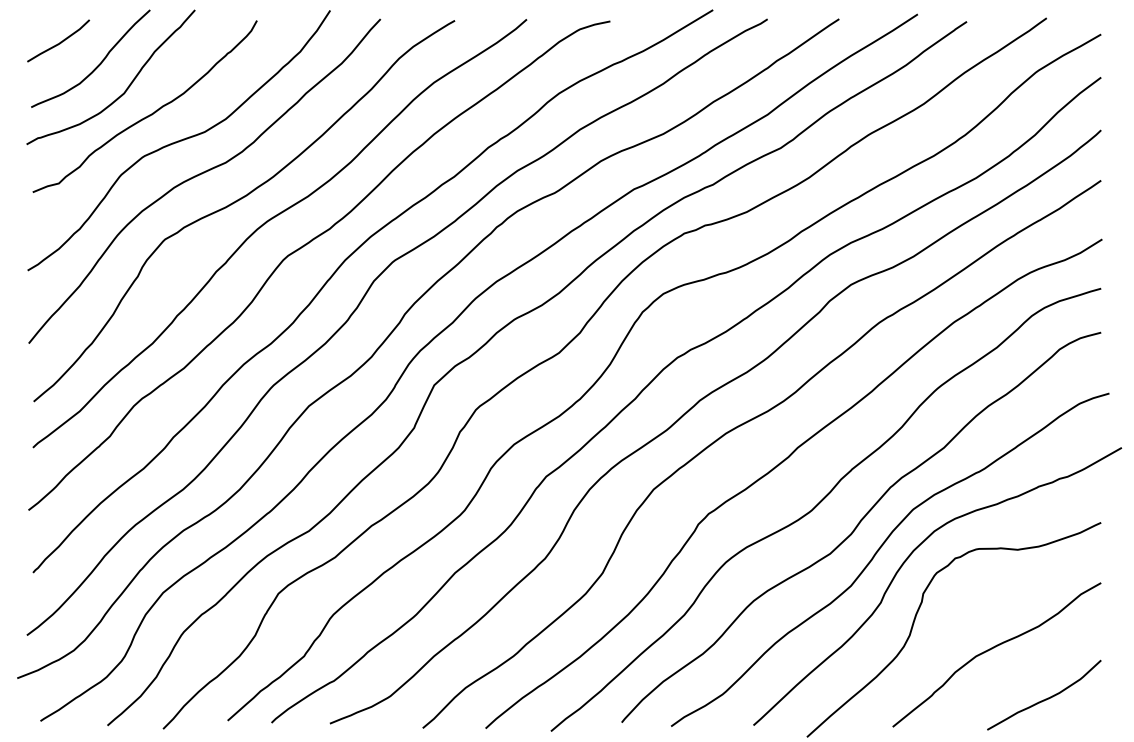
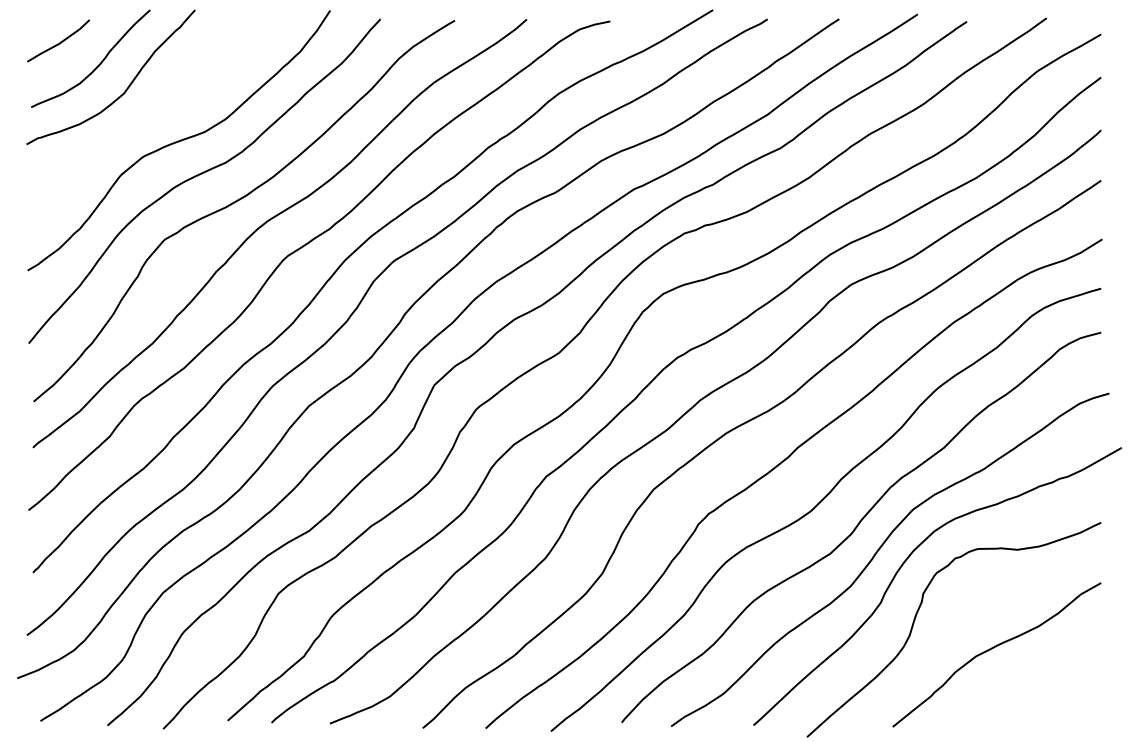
curve at (149, 114): present -> none
curve at (1045, 698): present -> none
